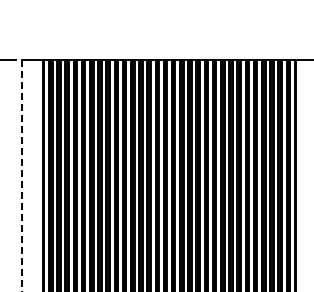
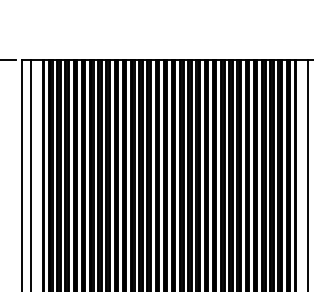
line at (31, 173): none -> present
line at (307, 173): none -> present
line at (22, 175): dashed -> solid
